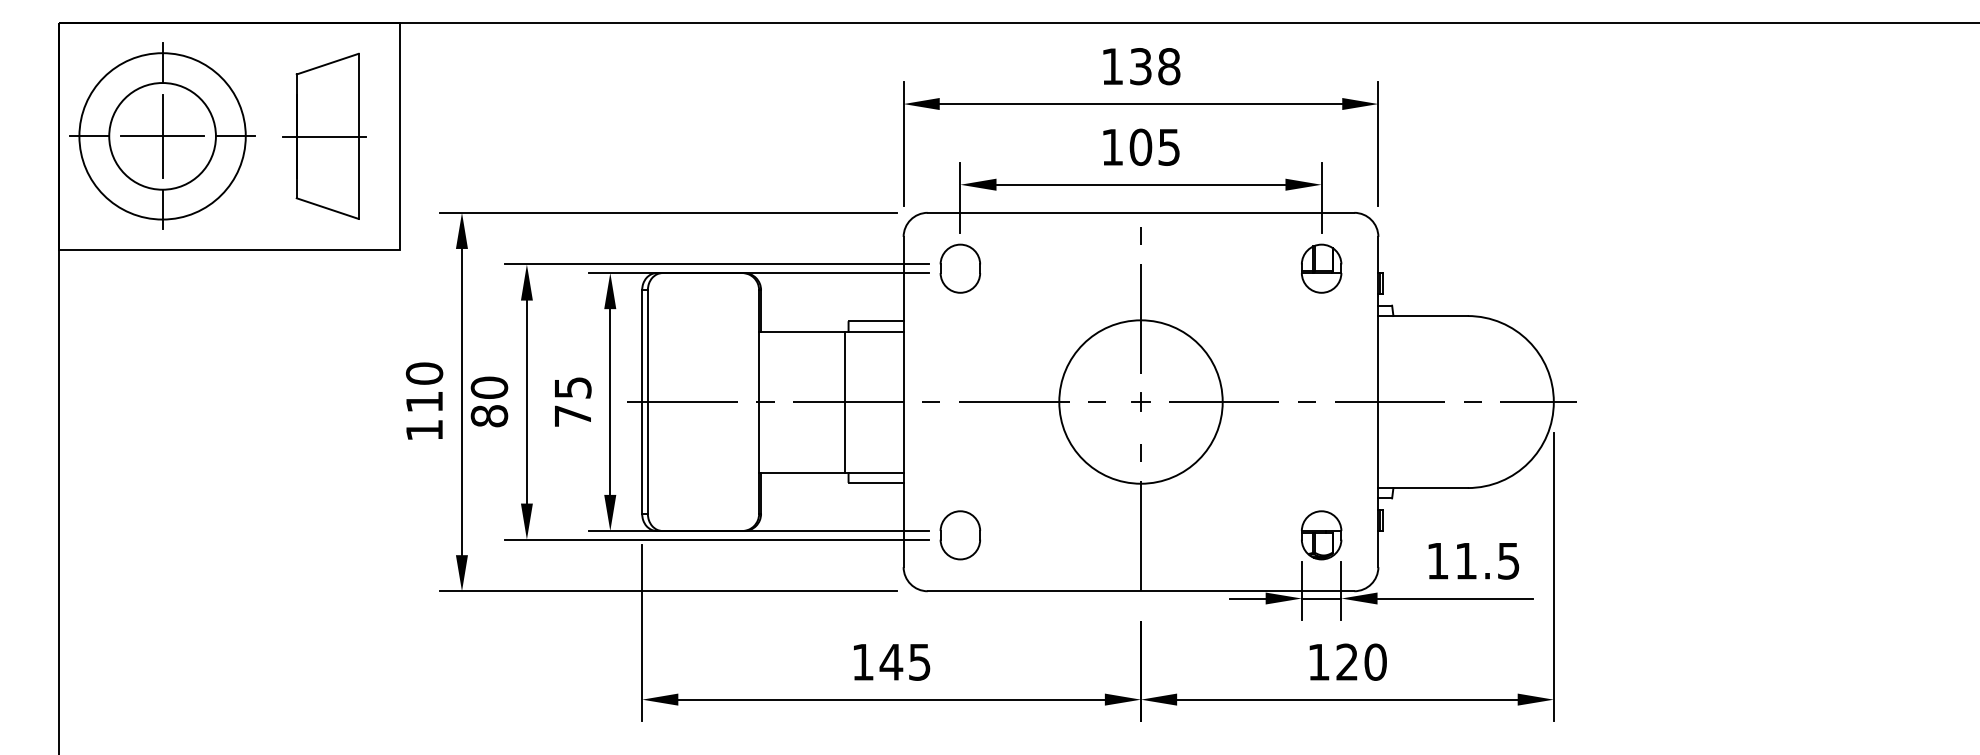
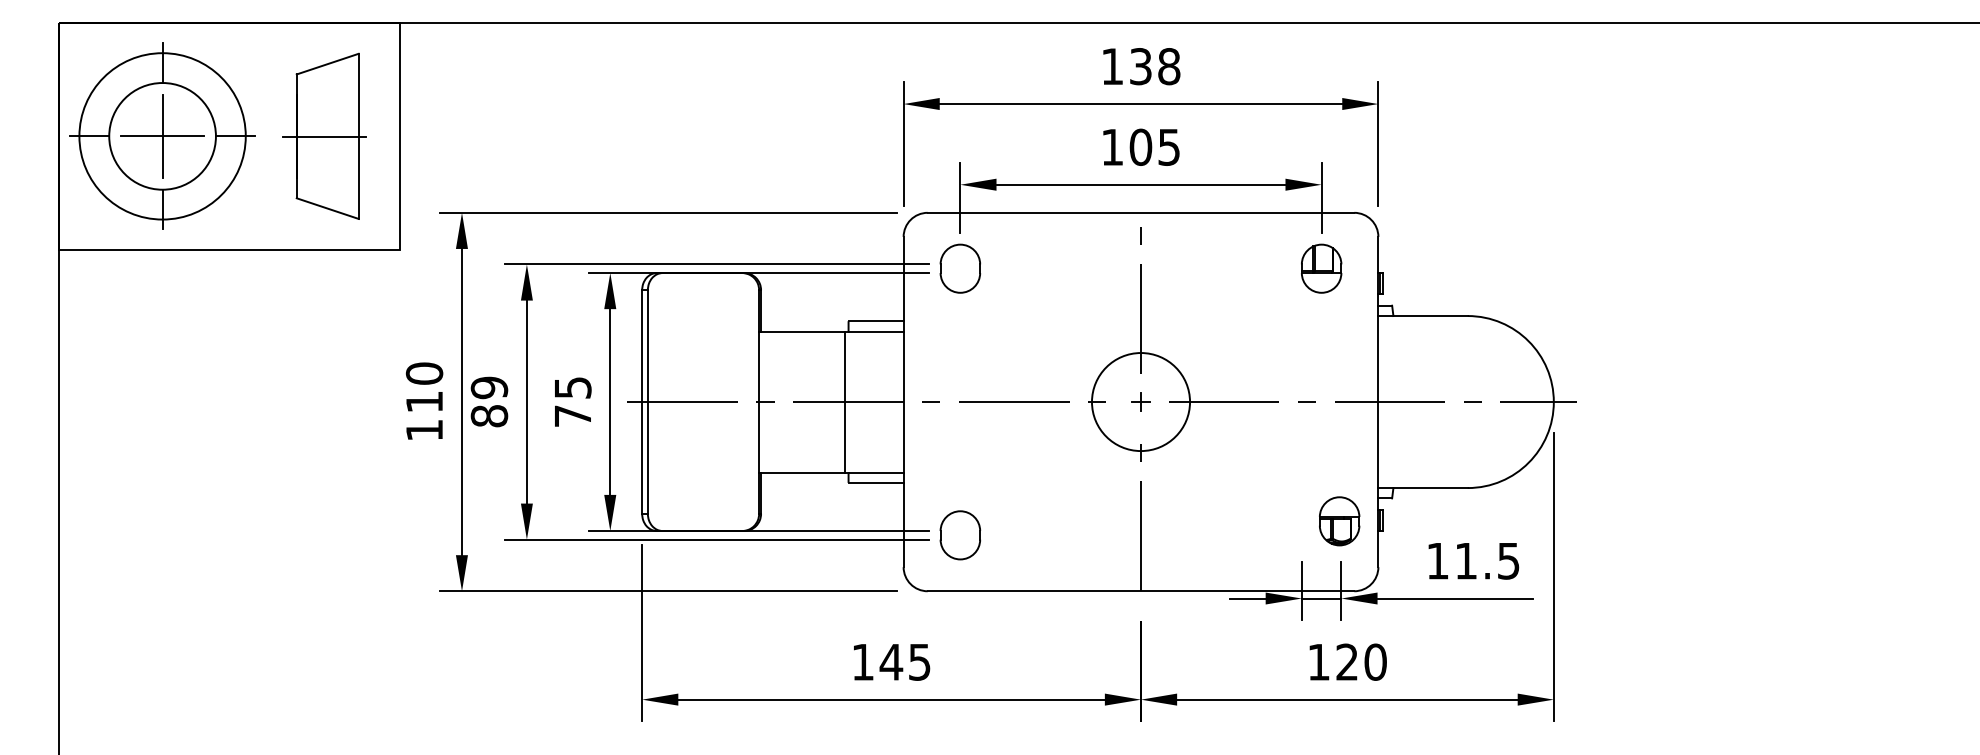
text at (489, 387): 80 -> 89
circle at (1140, 401) diameter: 163 px -> 98 px
part at (1321, 535) position: (1321, 535) -> (1339, 521)
